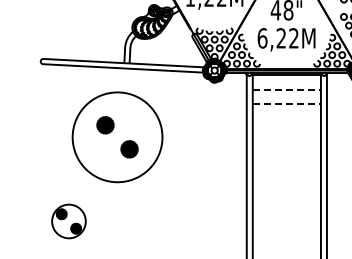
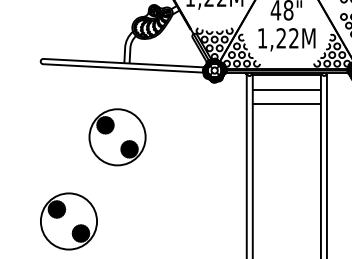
text at (262, 38): 6,22M -> 1,22M
line at (287, 90): dashed -> solid
line at (287, 103): dashed -> solid
circle at (117, 137) diameter: 90 px -> 56 px
part at (68, 221) size: 36x37 px -> 58x59 px
